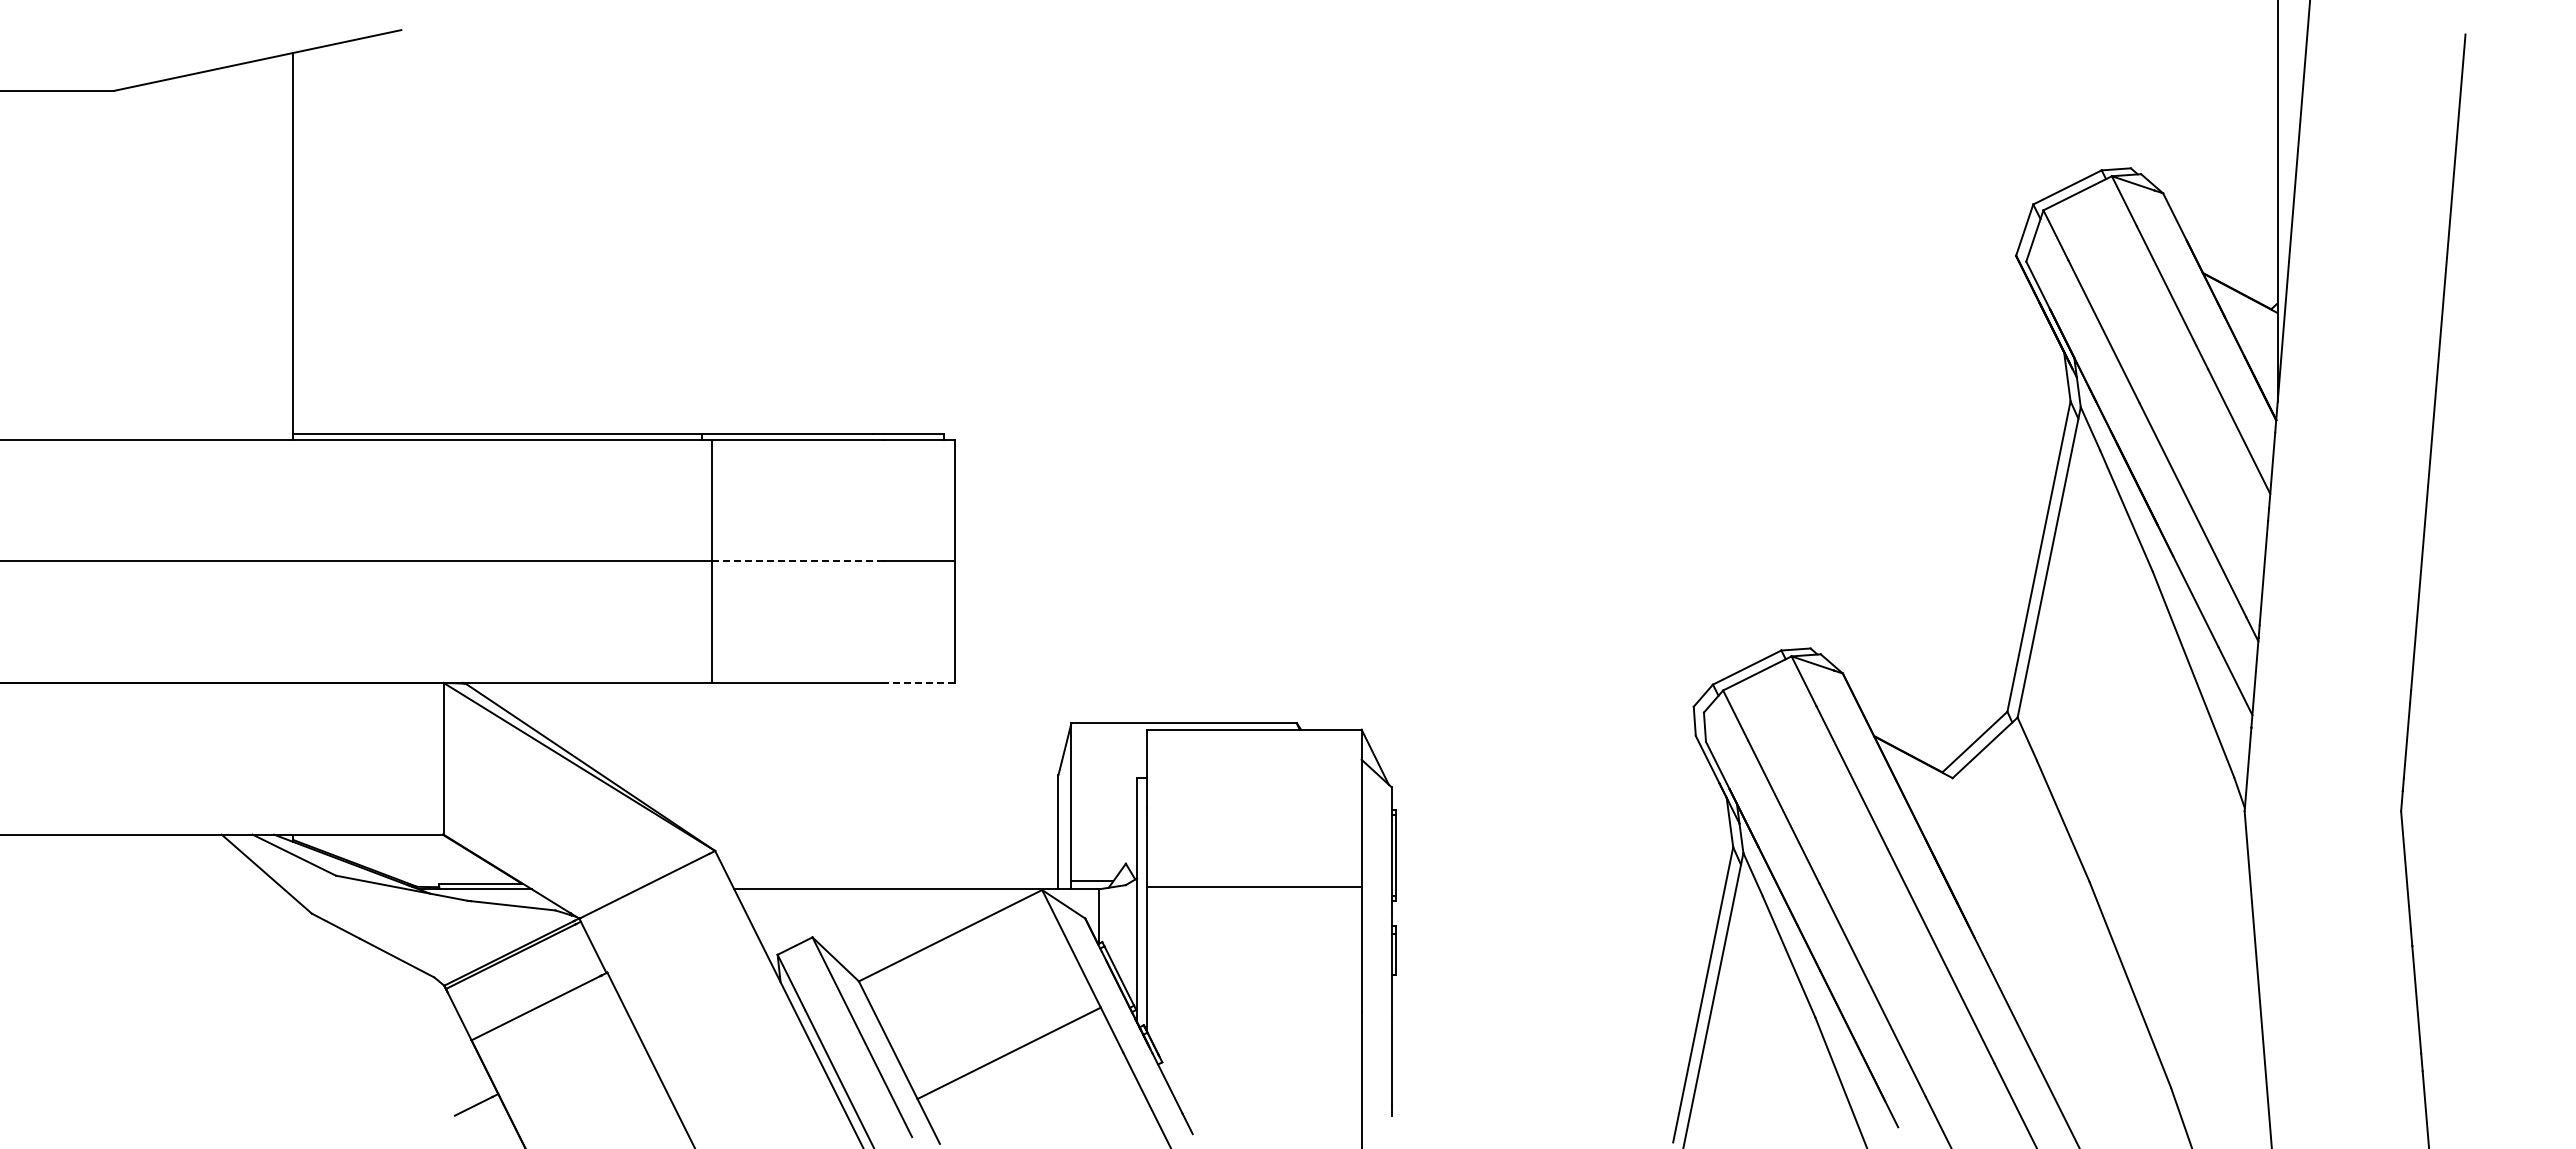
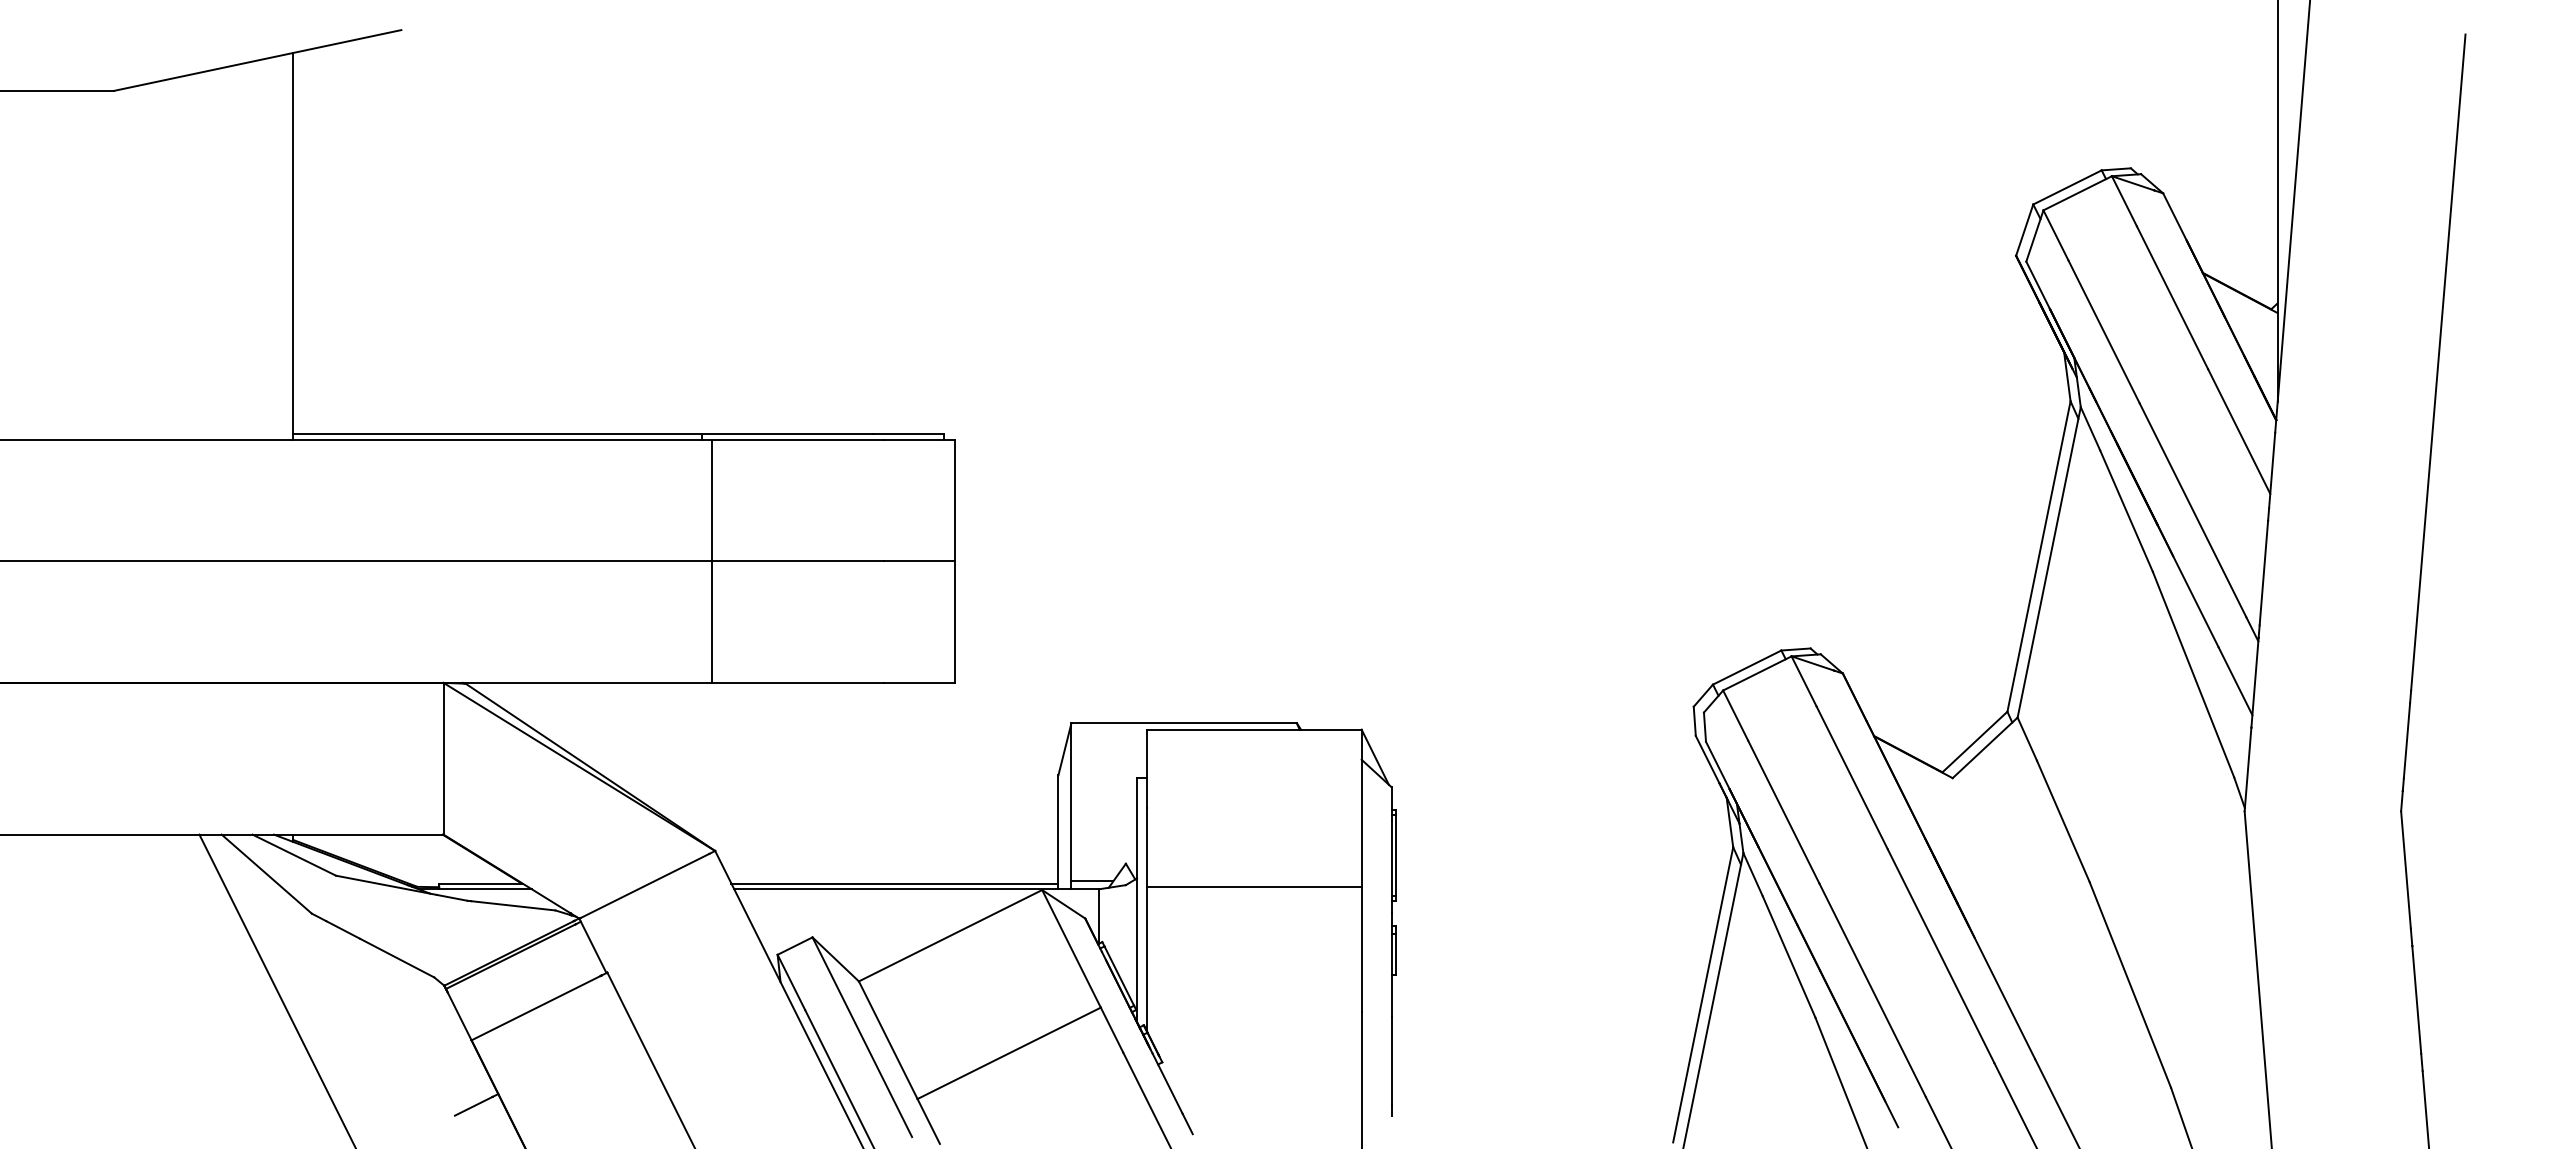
line at (797, 561): dashed -> solid
line at (919, 682): dashed -> solid
line at (894, 883): none -> present
line at (276, 989): none -> present
